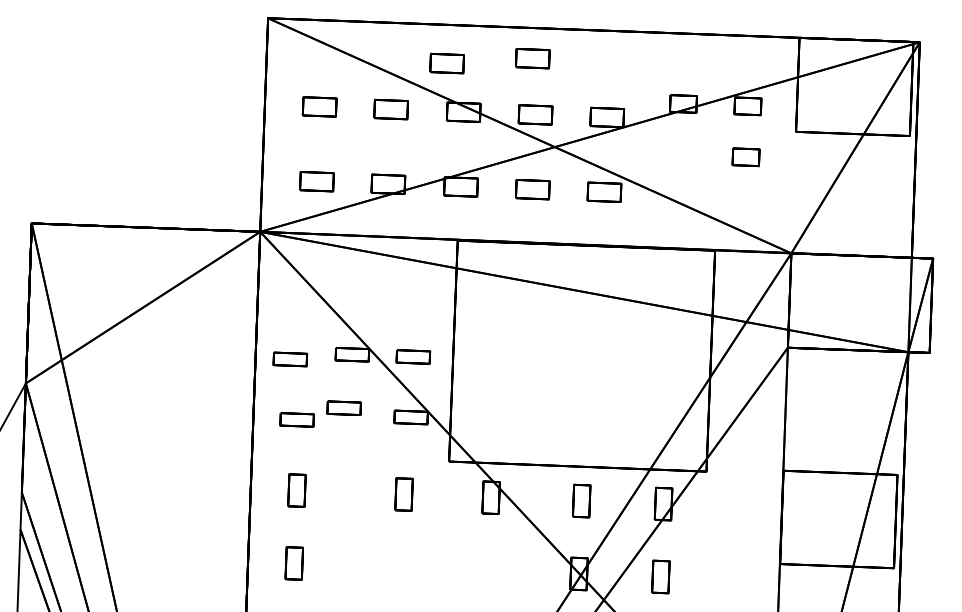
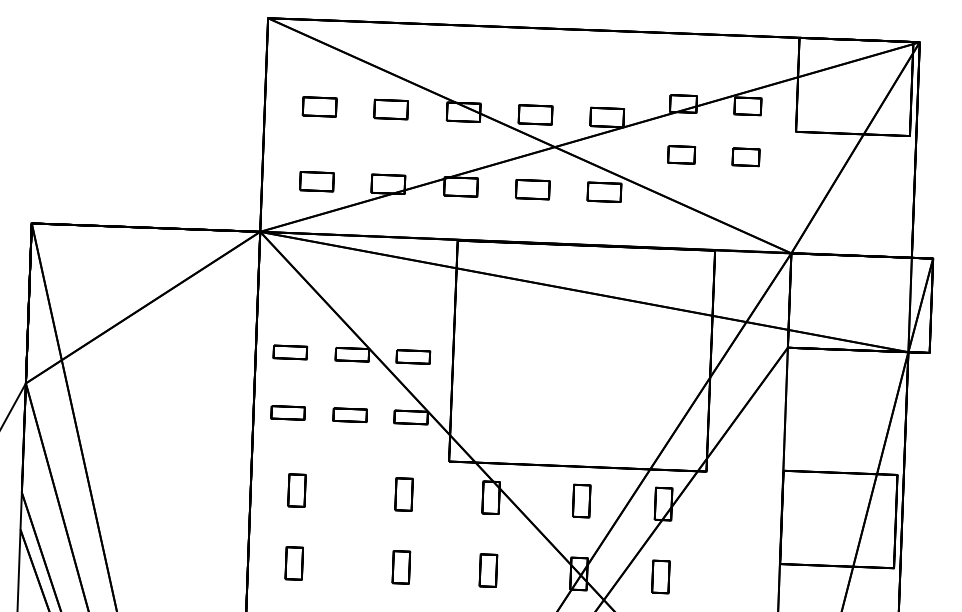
part at (532, 58): present -> none
part at (446, 63): present -> none
part at (681, 154): none -> present
part at (290, 359) position: (290, 359) -> (290, 352)
part at (343, 407) position: (343, 407) -> (349, 414)
part at (296, 419) position: (296, 419) -> (287, 412)
part at (401, 567): none -> present
part at (488, 570): none -> present
